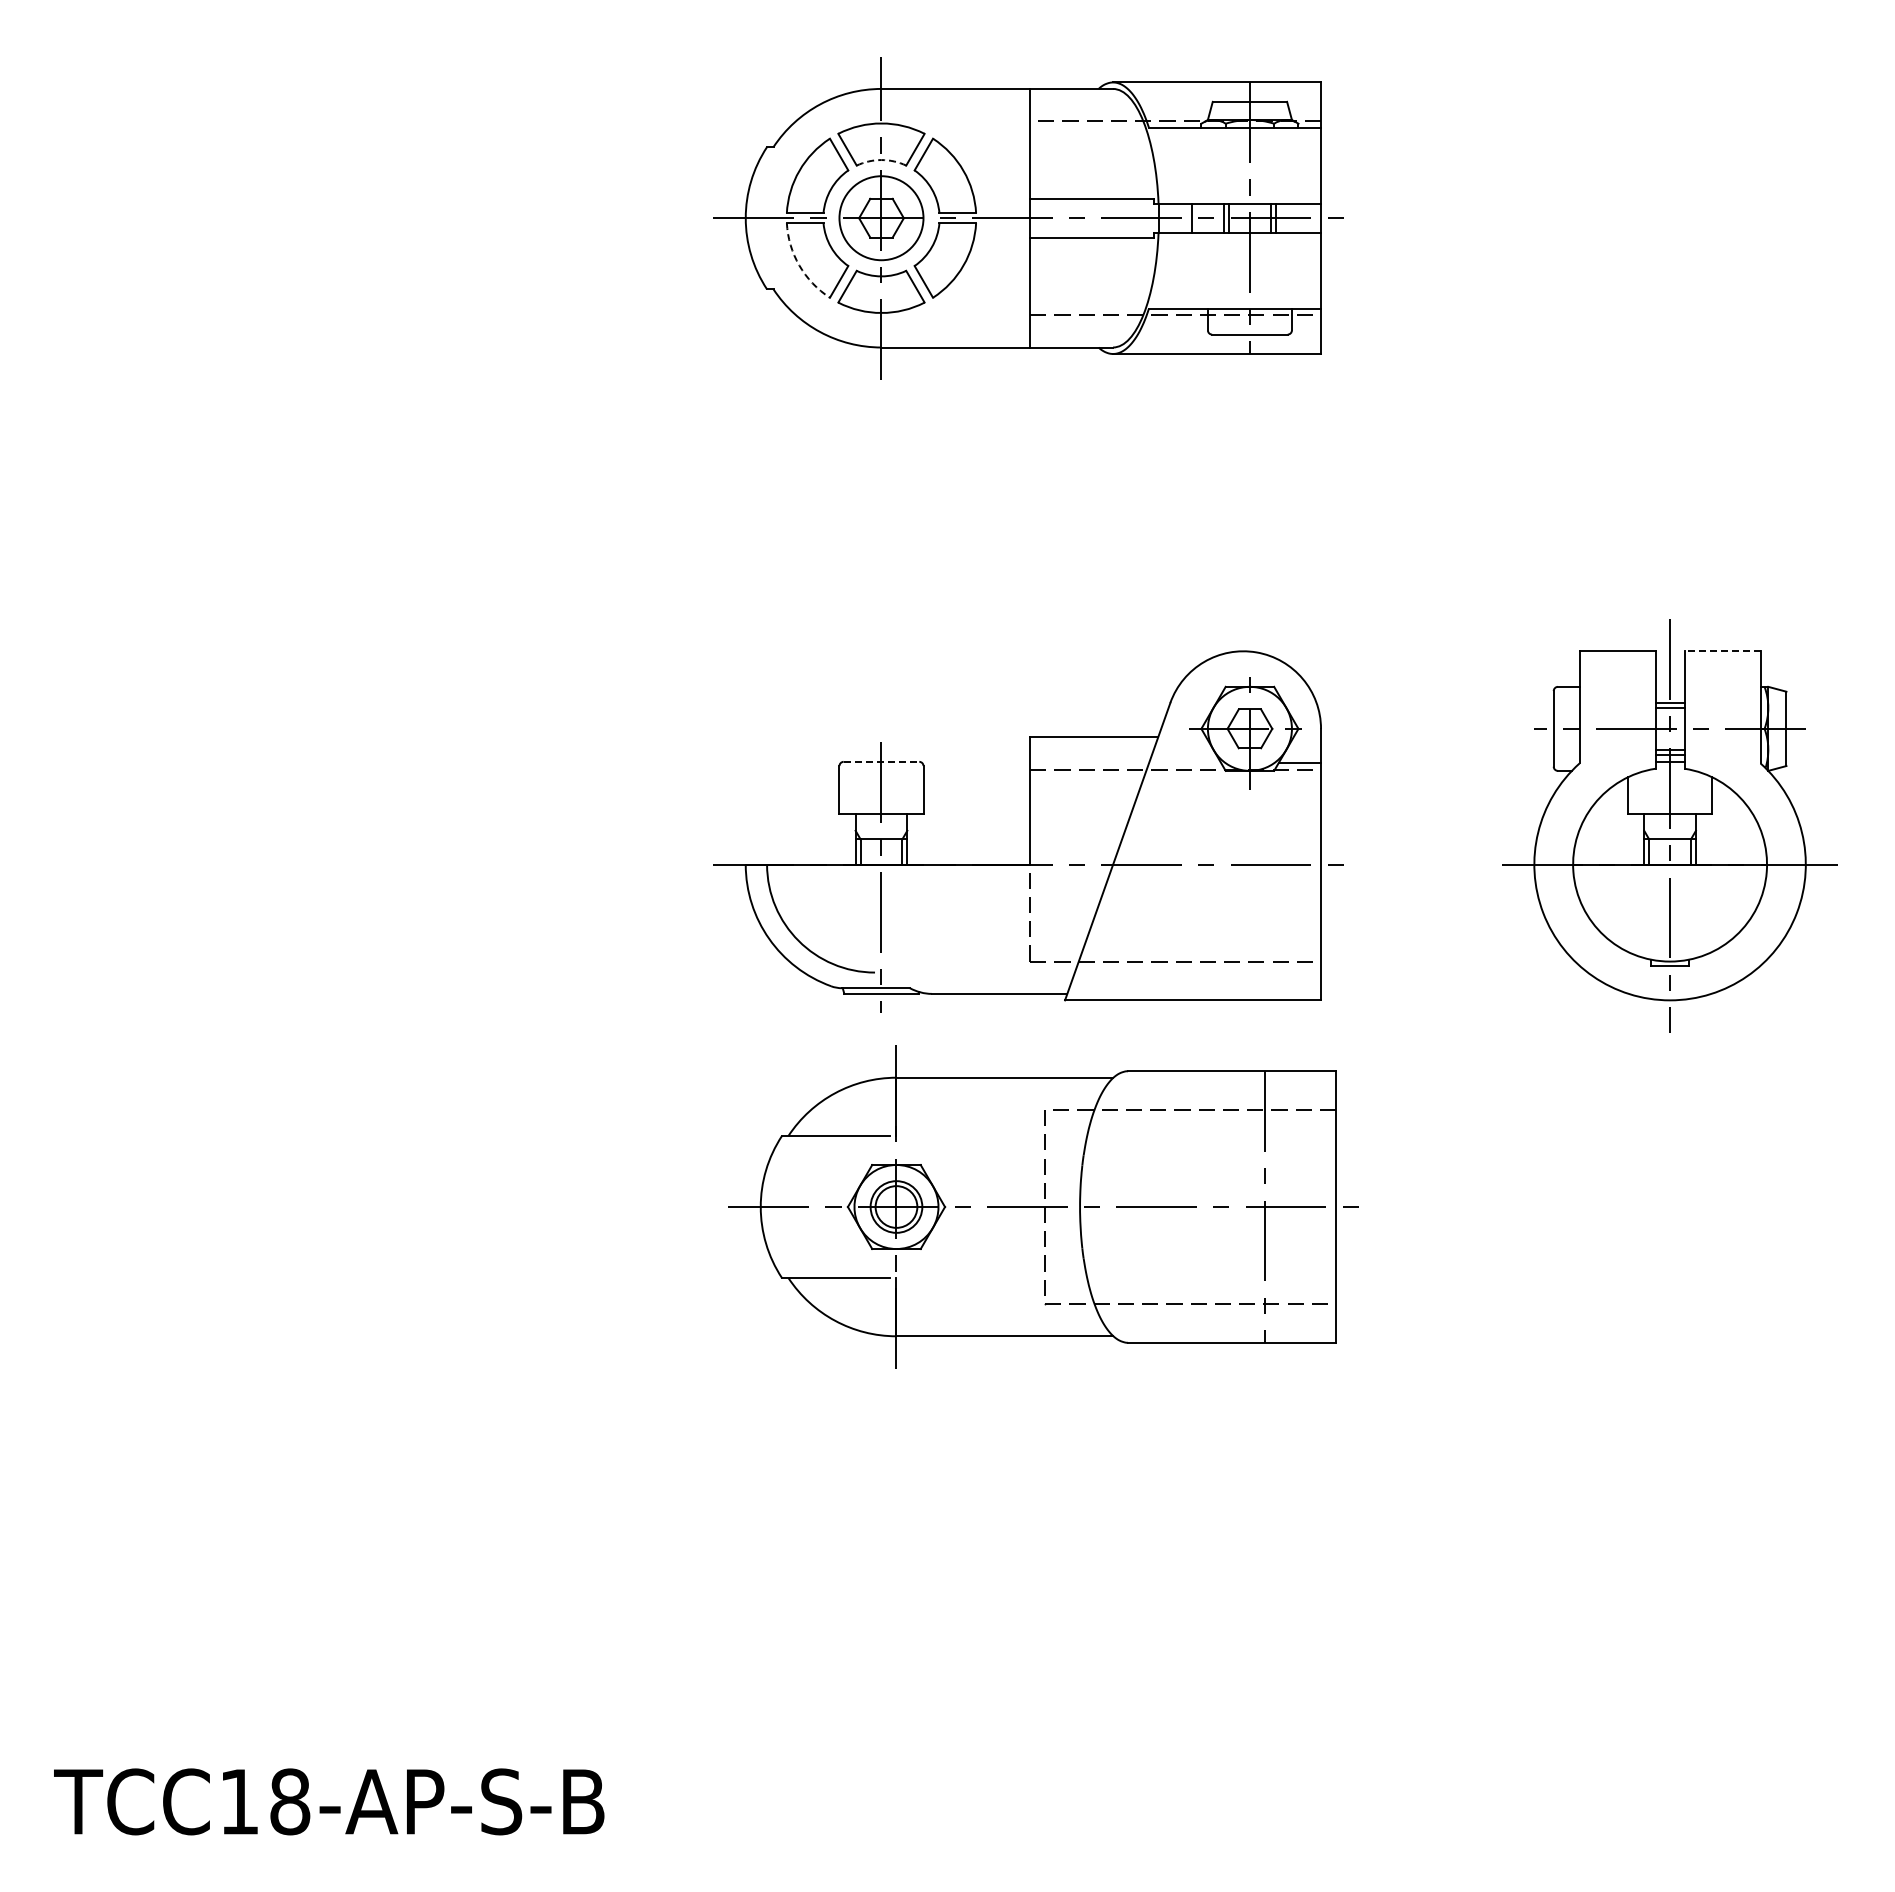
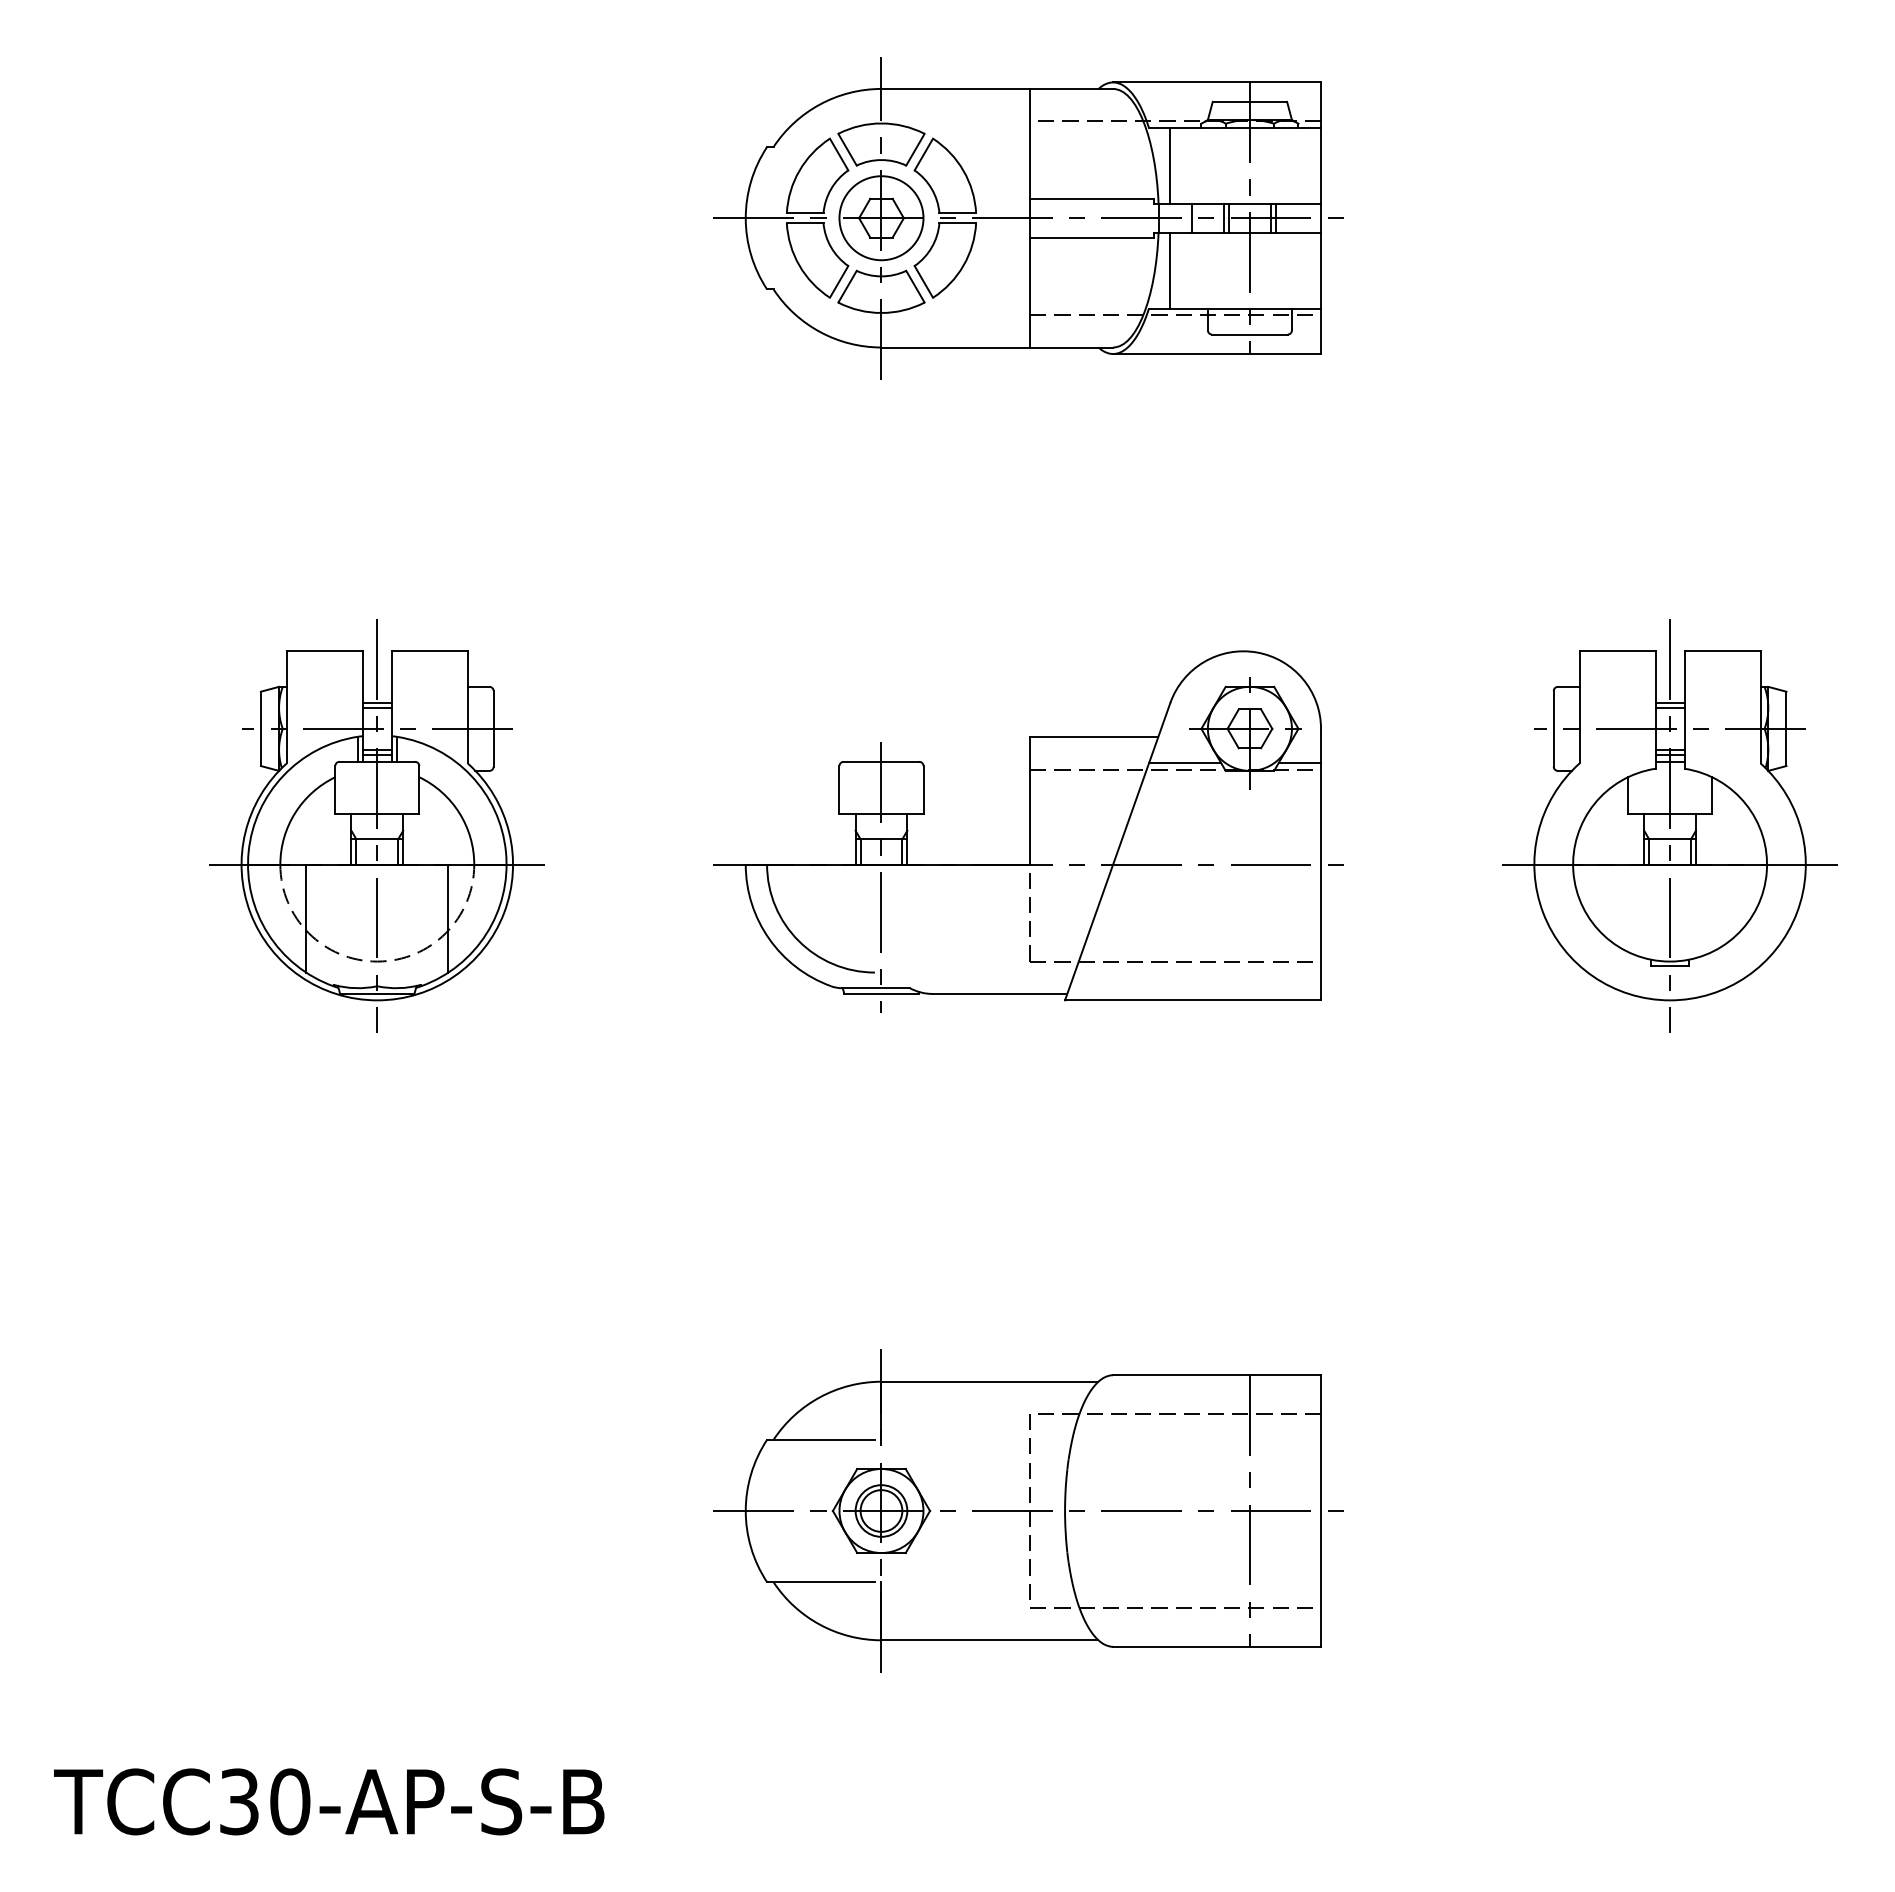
arc at (881, 160): dashed -> solid
line at (1170, 165): none -> present
arc at (799, 265): dashed -> solid
line at (1170, 270): none -> present
line at (1722, 651): dashed -> solid
line at (881, 761): dashed -> solid
line at (1184, 763): none -> present
part at (376, 825): none -> present
part at (1043, 1206) position: (1043, 1206) -> (1028, 1510)
text at (265, 1801): TCC18-AP-S-B -> TCC30-AP-S-B
